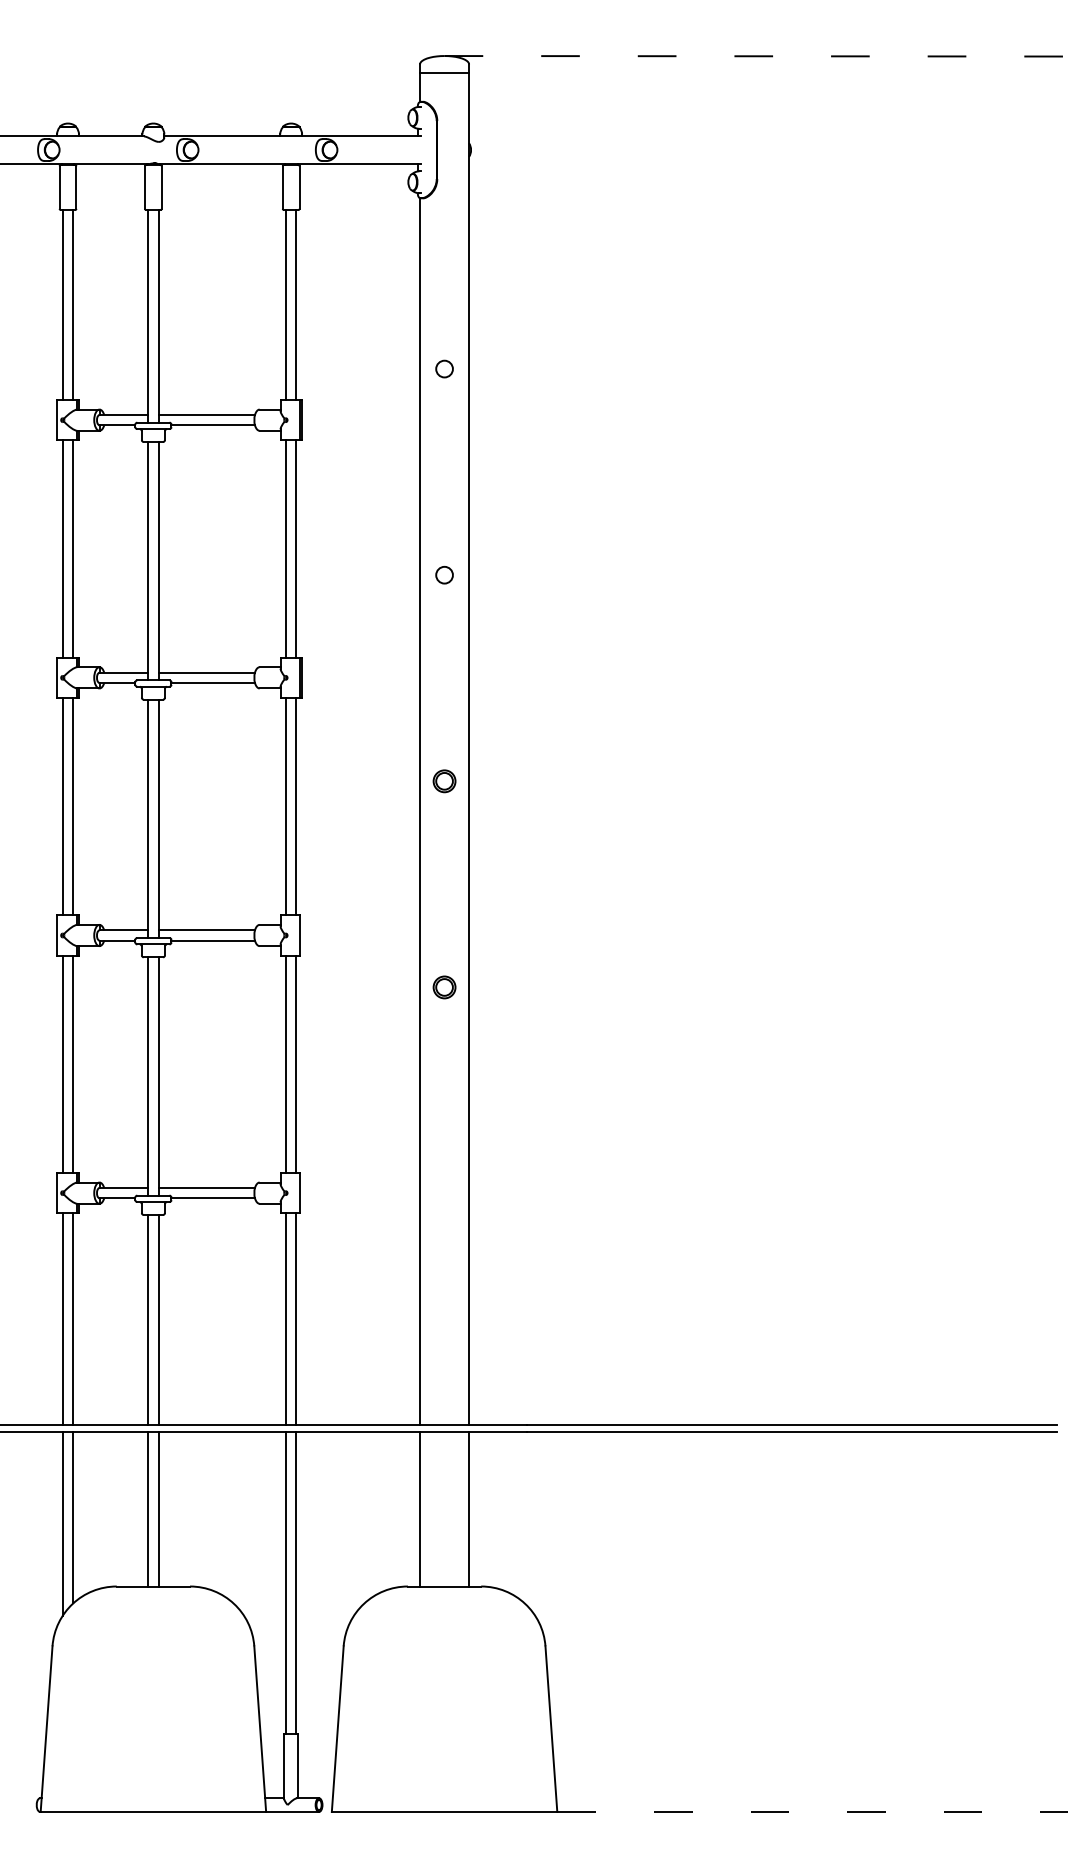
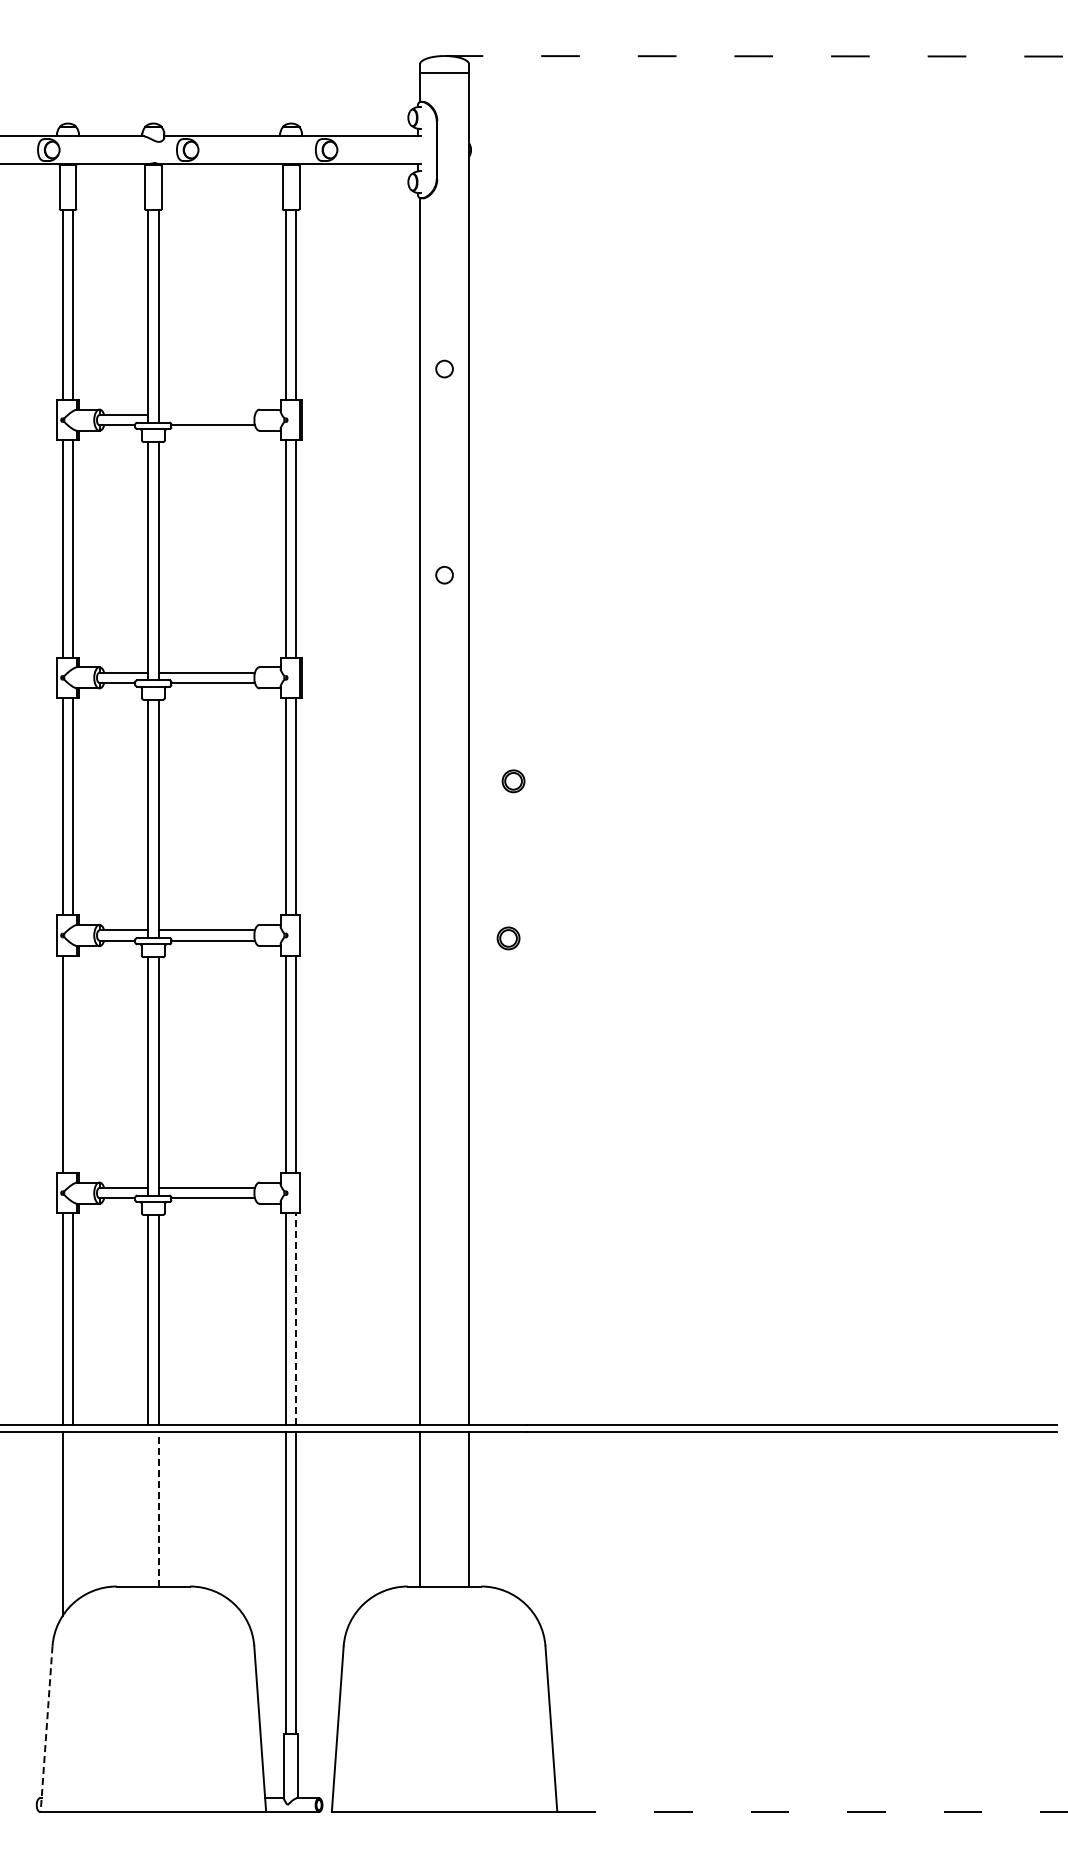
line at (206, 415): present -> none
part at (444, 781) position: (444, 781) -> (513, 781)
part at (444, 987) position: (444, 987) -> (508, 938)
line at (73, 1063): present -> none
line at (296, 1318): solid -> dashed
line at (148, 1508): present -> none
line at (158, 1508): solid -> dashed
line at (73, 1517): present -> none
line at (46, 1729): solid -> dashed
